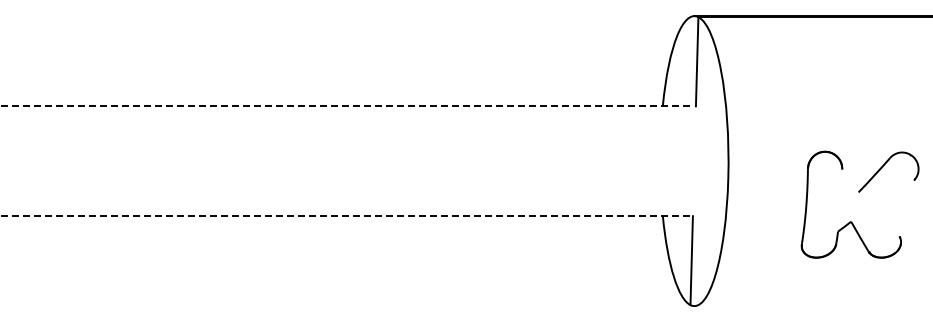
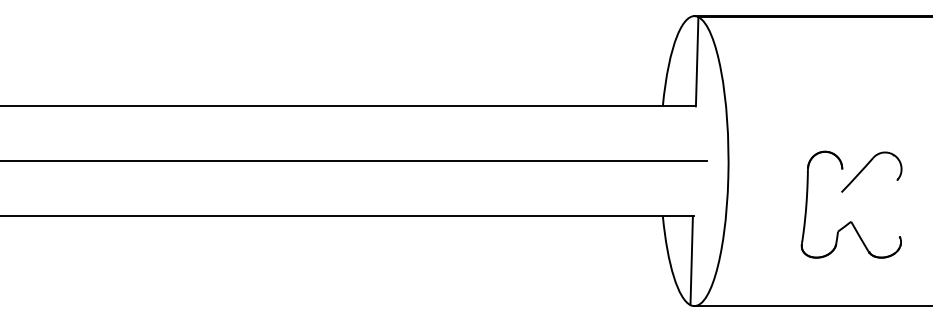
line at (347, 106): dashed -> solid
line at (354, 161): none -> present
part at (883, 167) position: (883, 167) -> (866, 167)
line at (347, 216): dashed -> solid
line at (811, 306): none -> present
